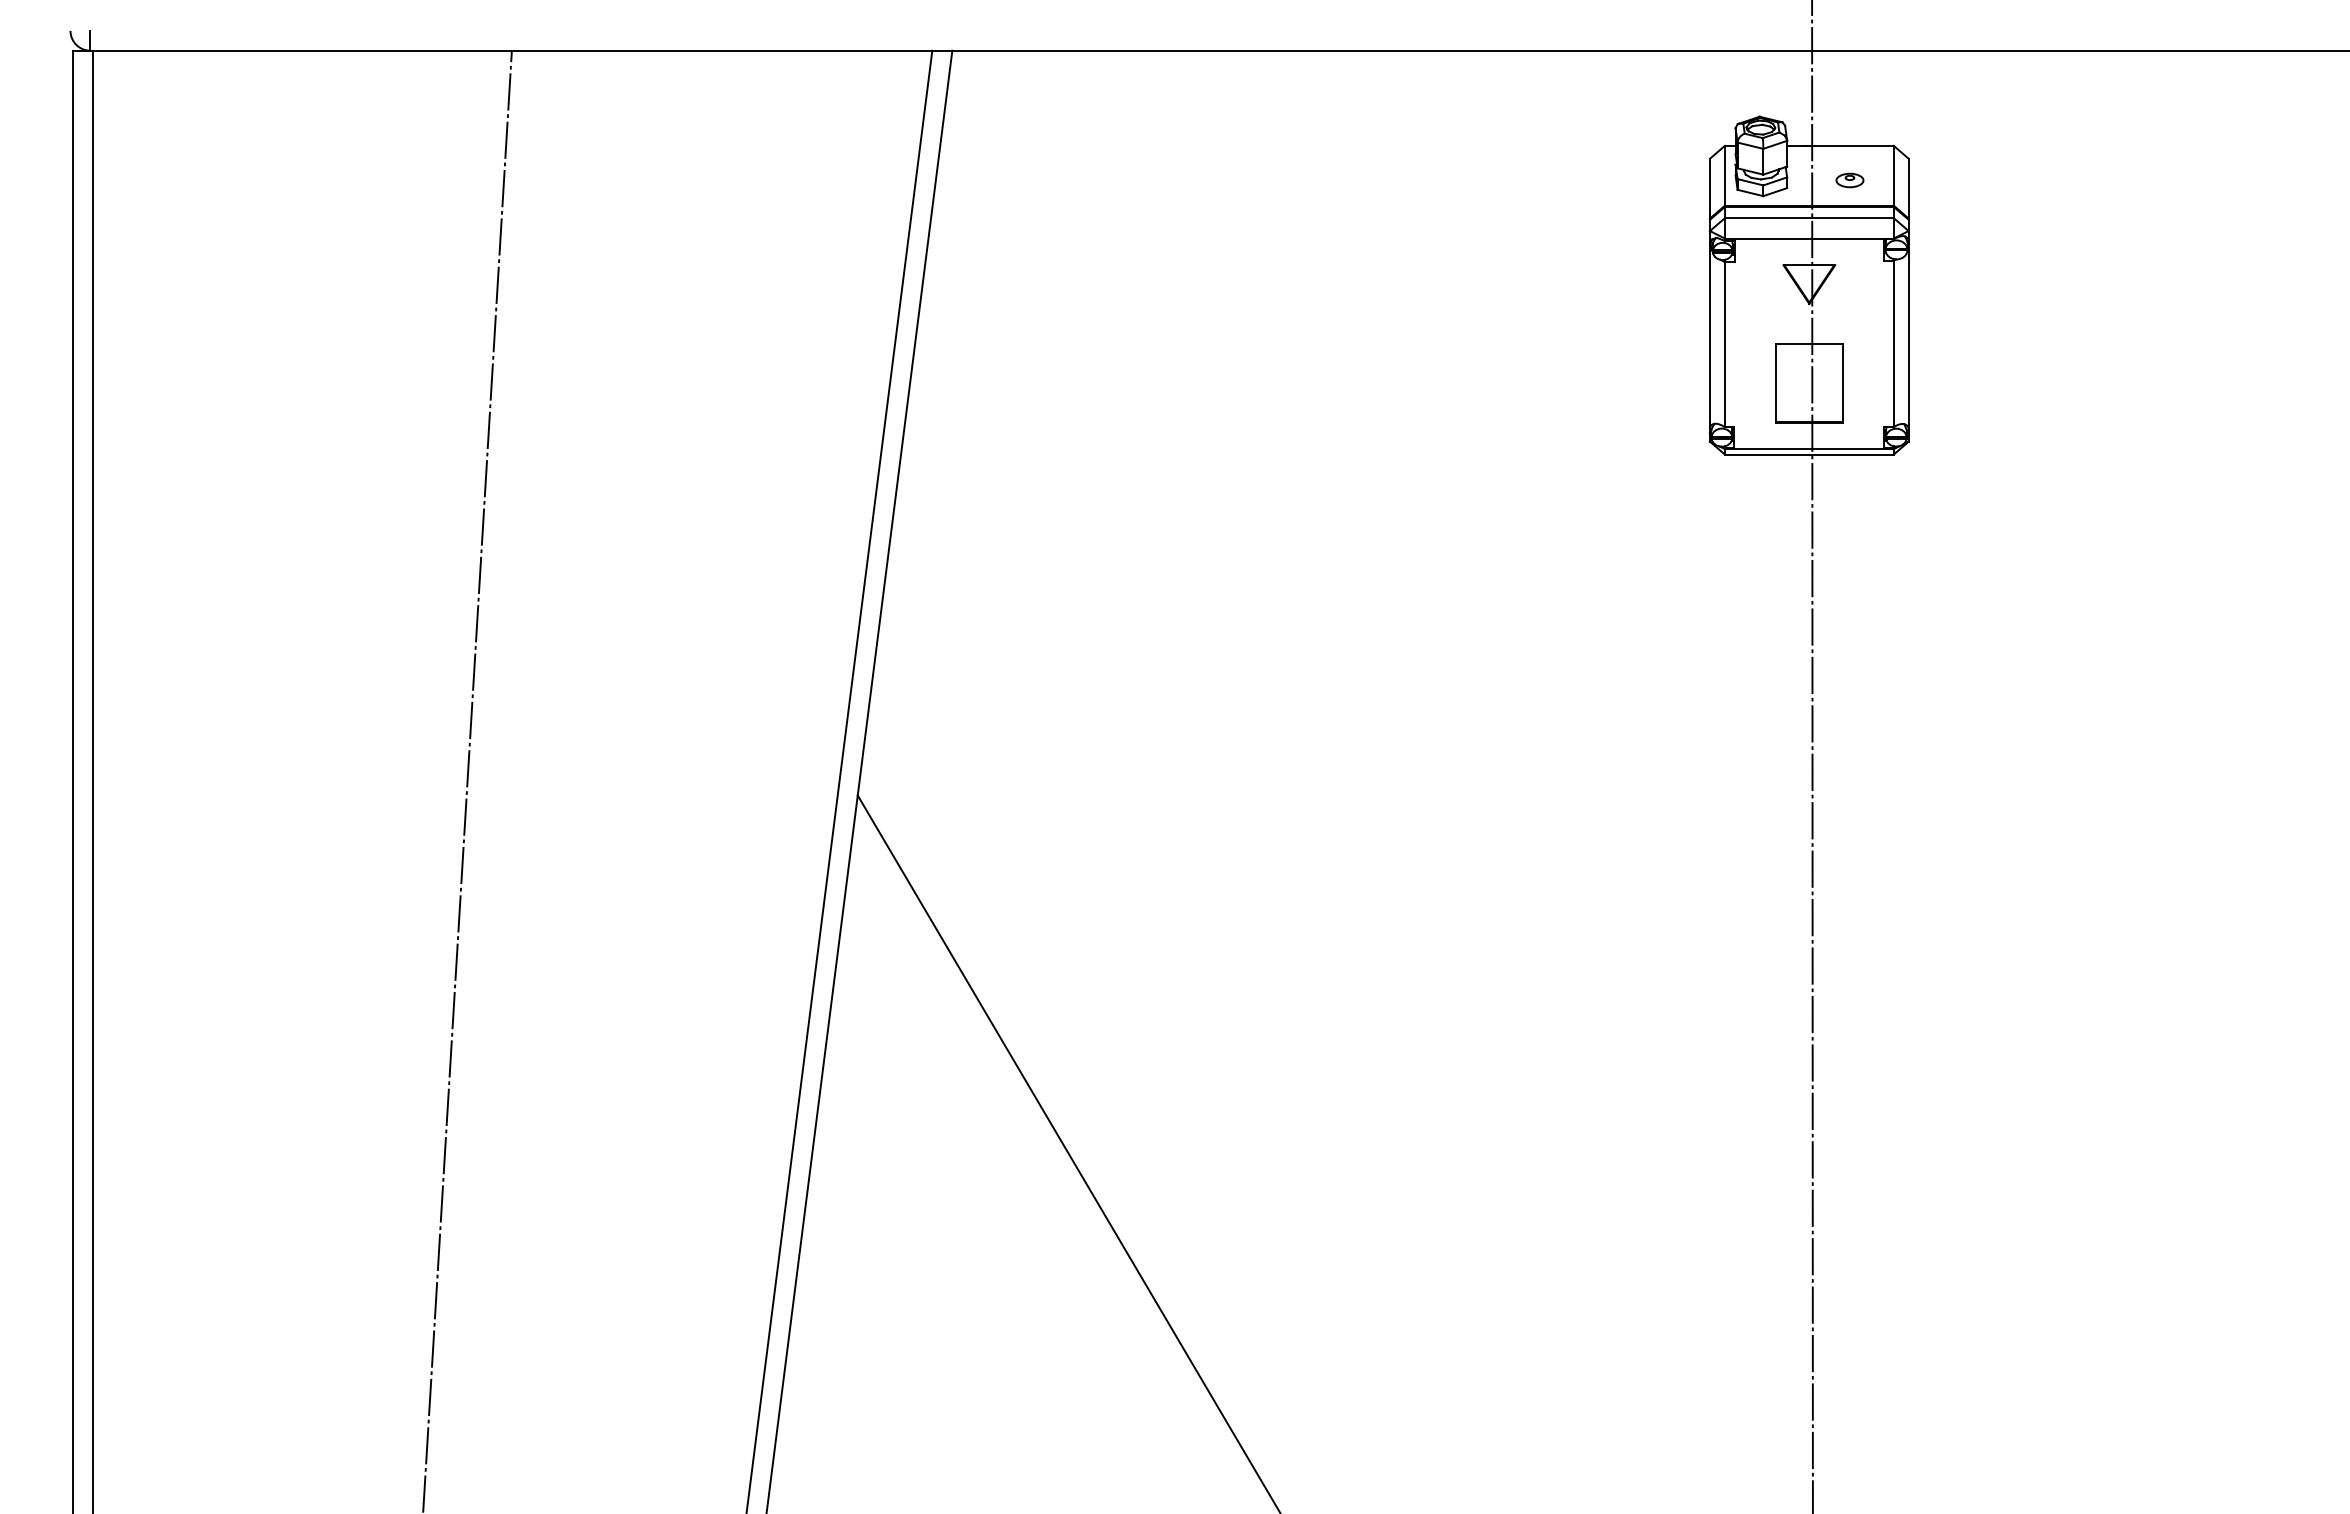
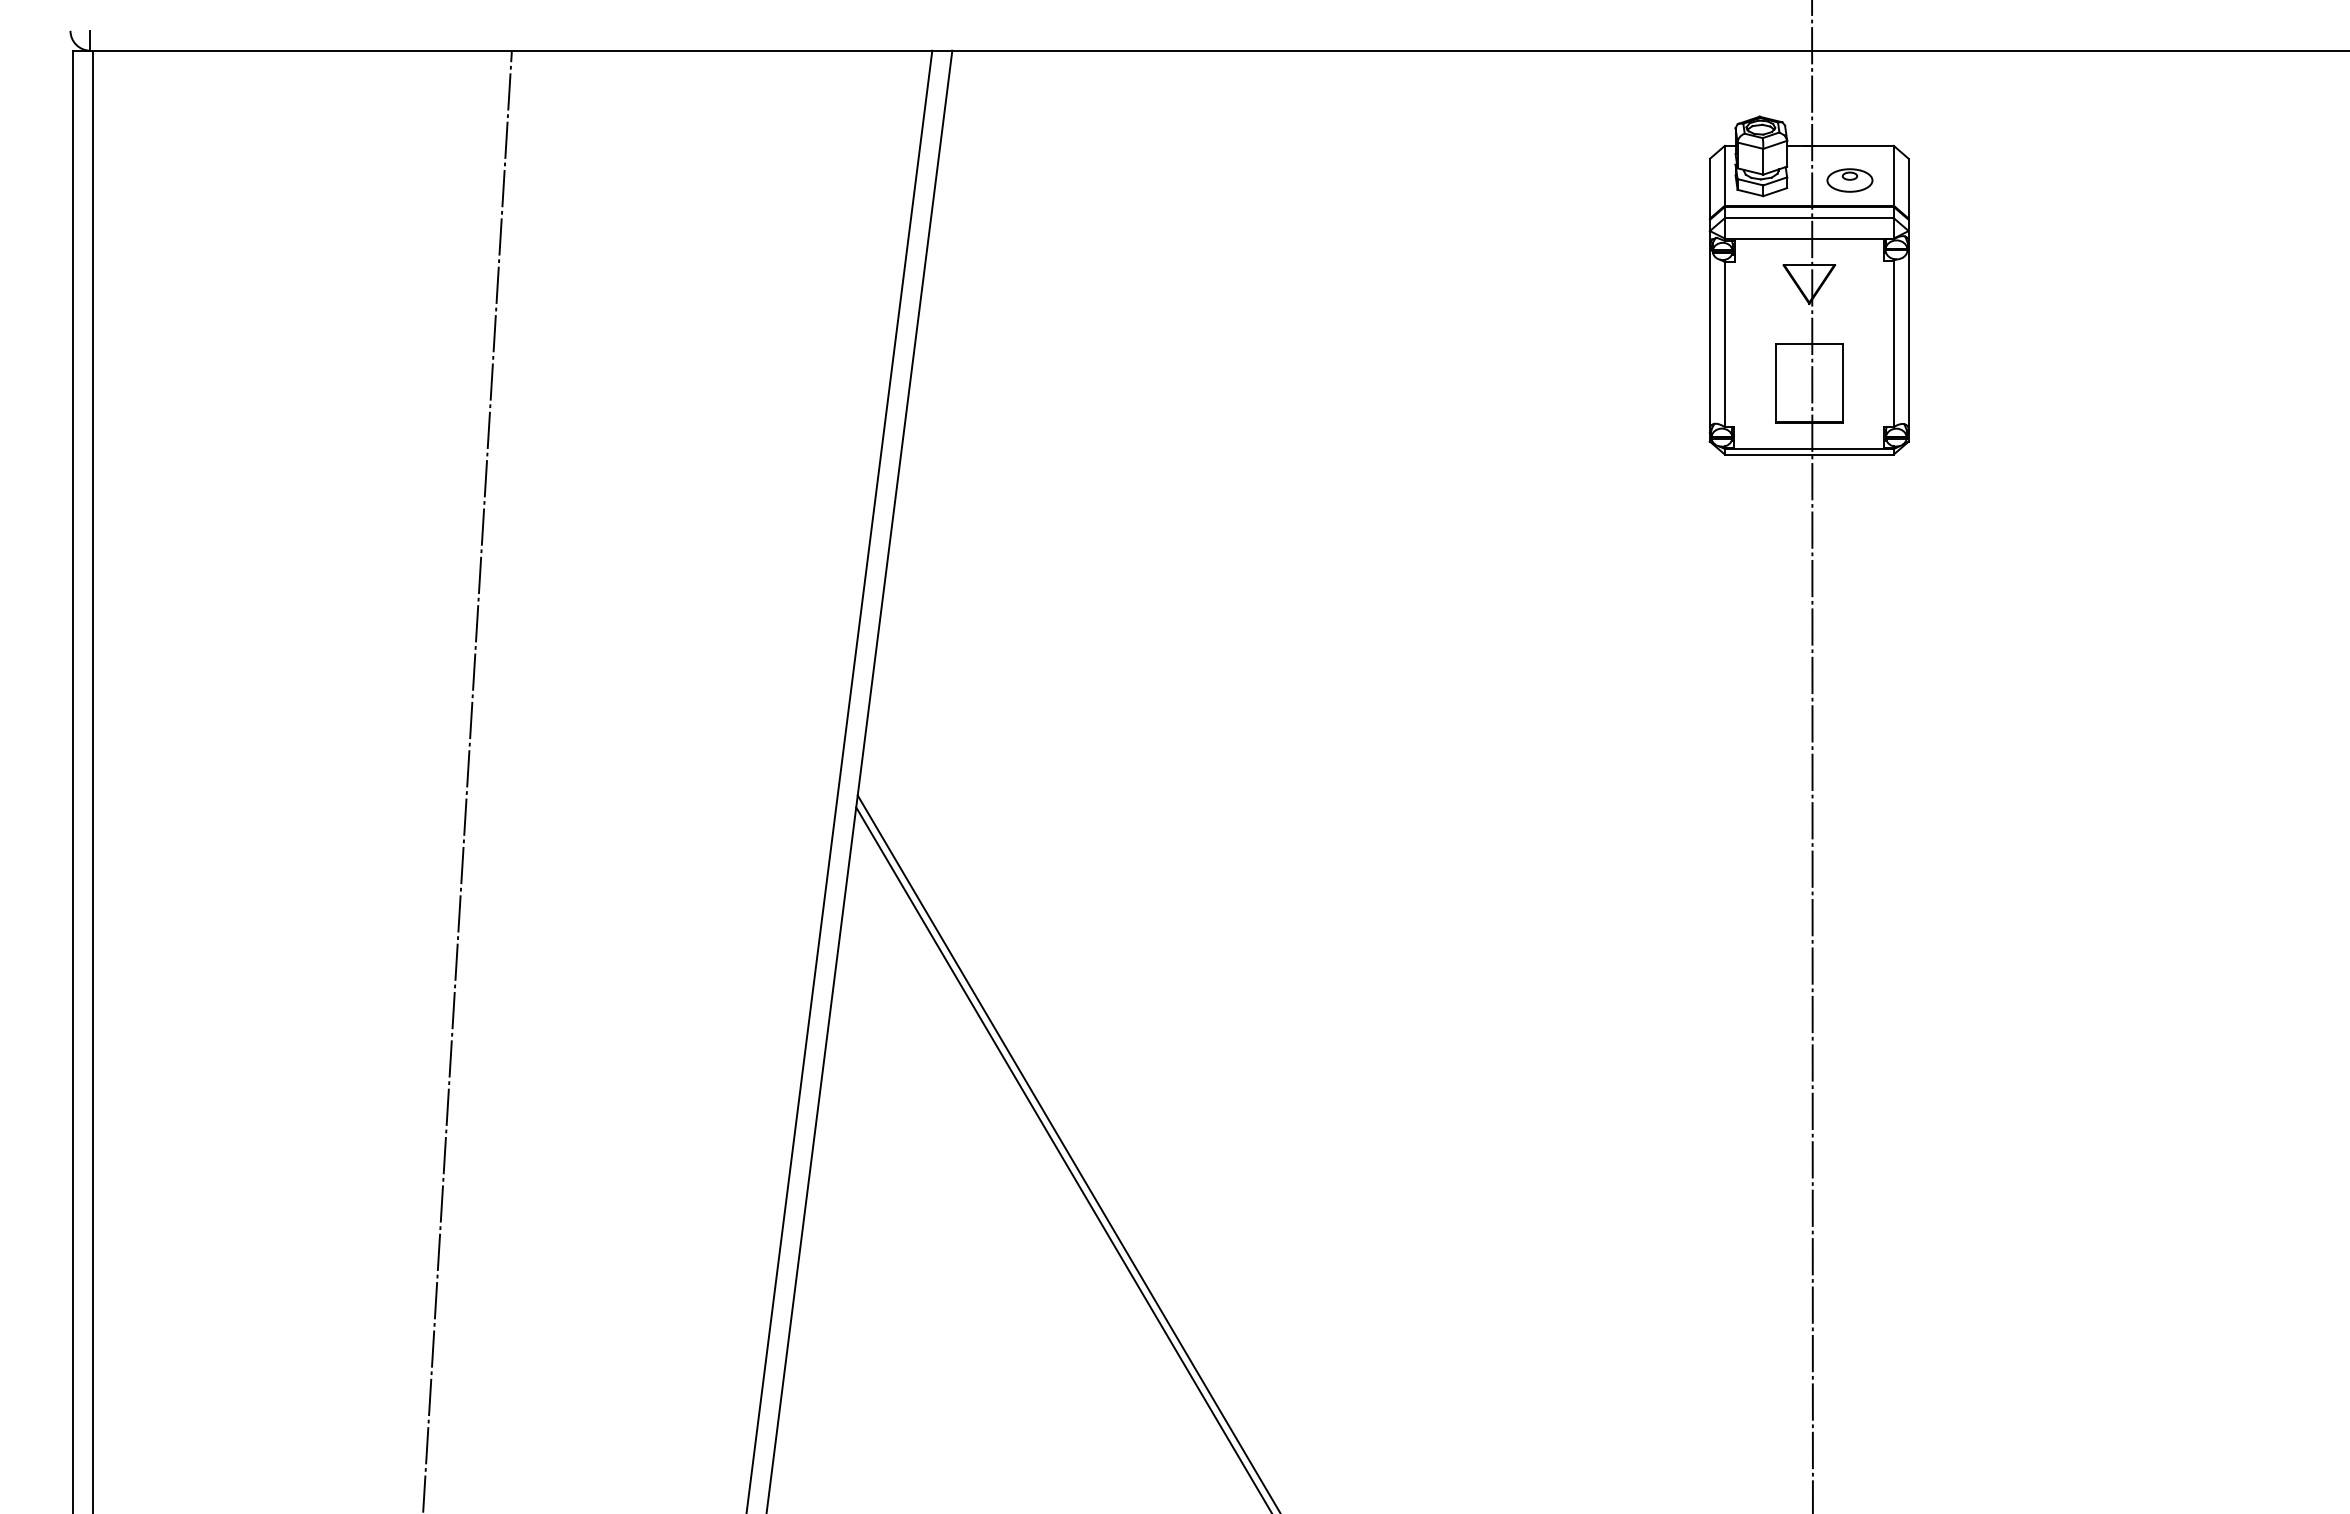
part at (1849, 180) size: 30x17 px -> 48x25 px
line at (1063, 1158): none -> present
